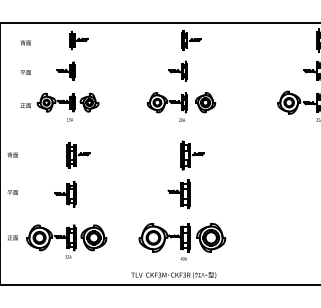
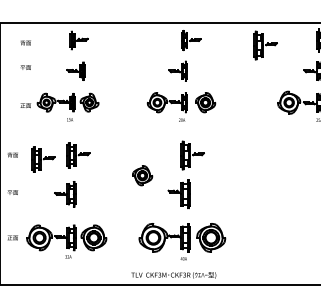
part at (265, 45): none -> present
part at (65, 70) position: (65, 70) -> (75, 70)
text at (25, 72) position: (25, 72) -> (25, 67)
part at (43, 159): none -> present
part at (142, 175): none -> present
